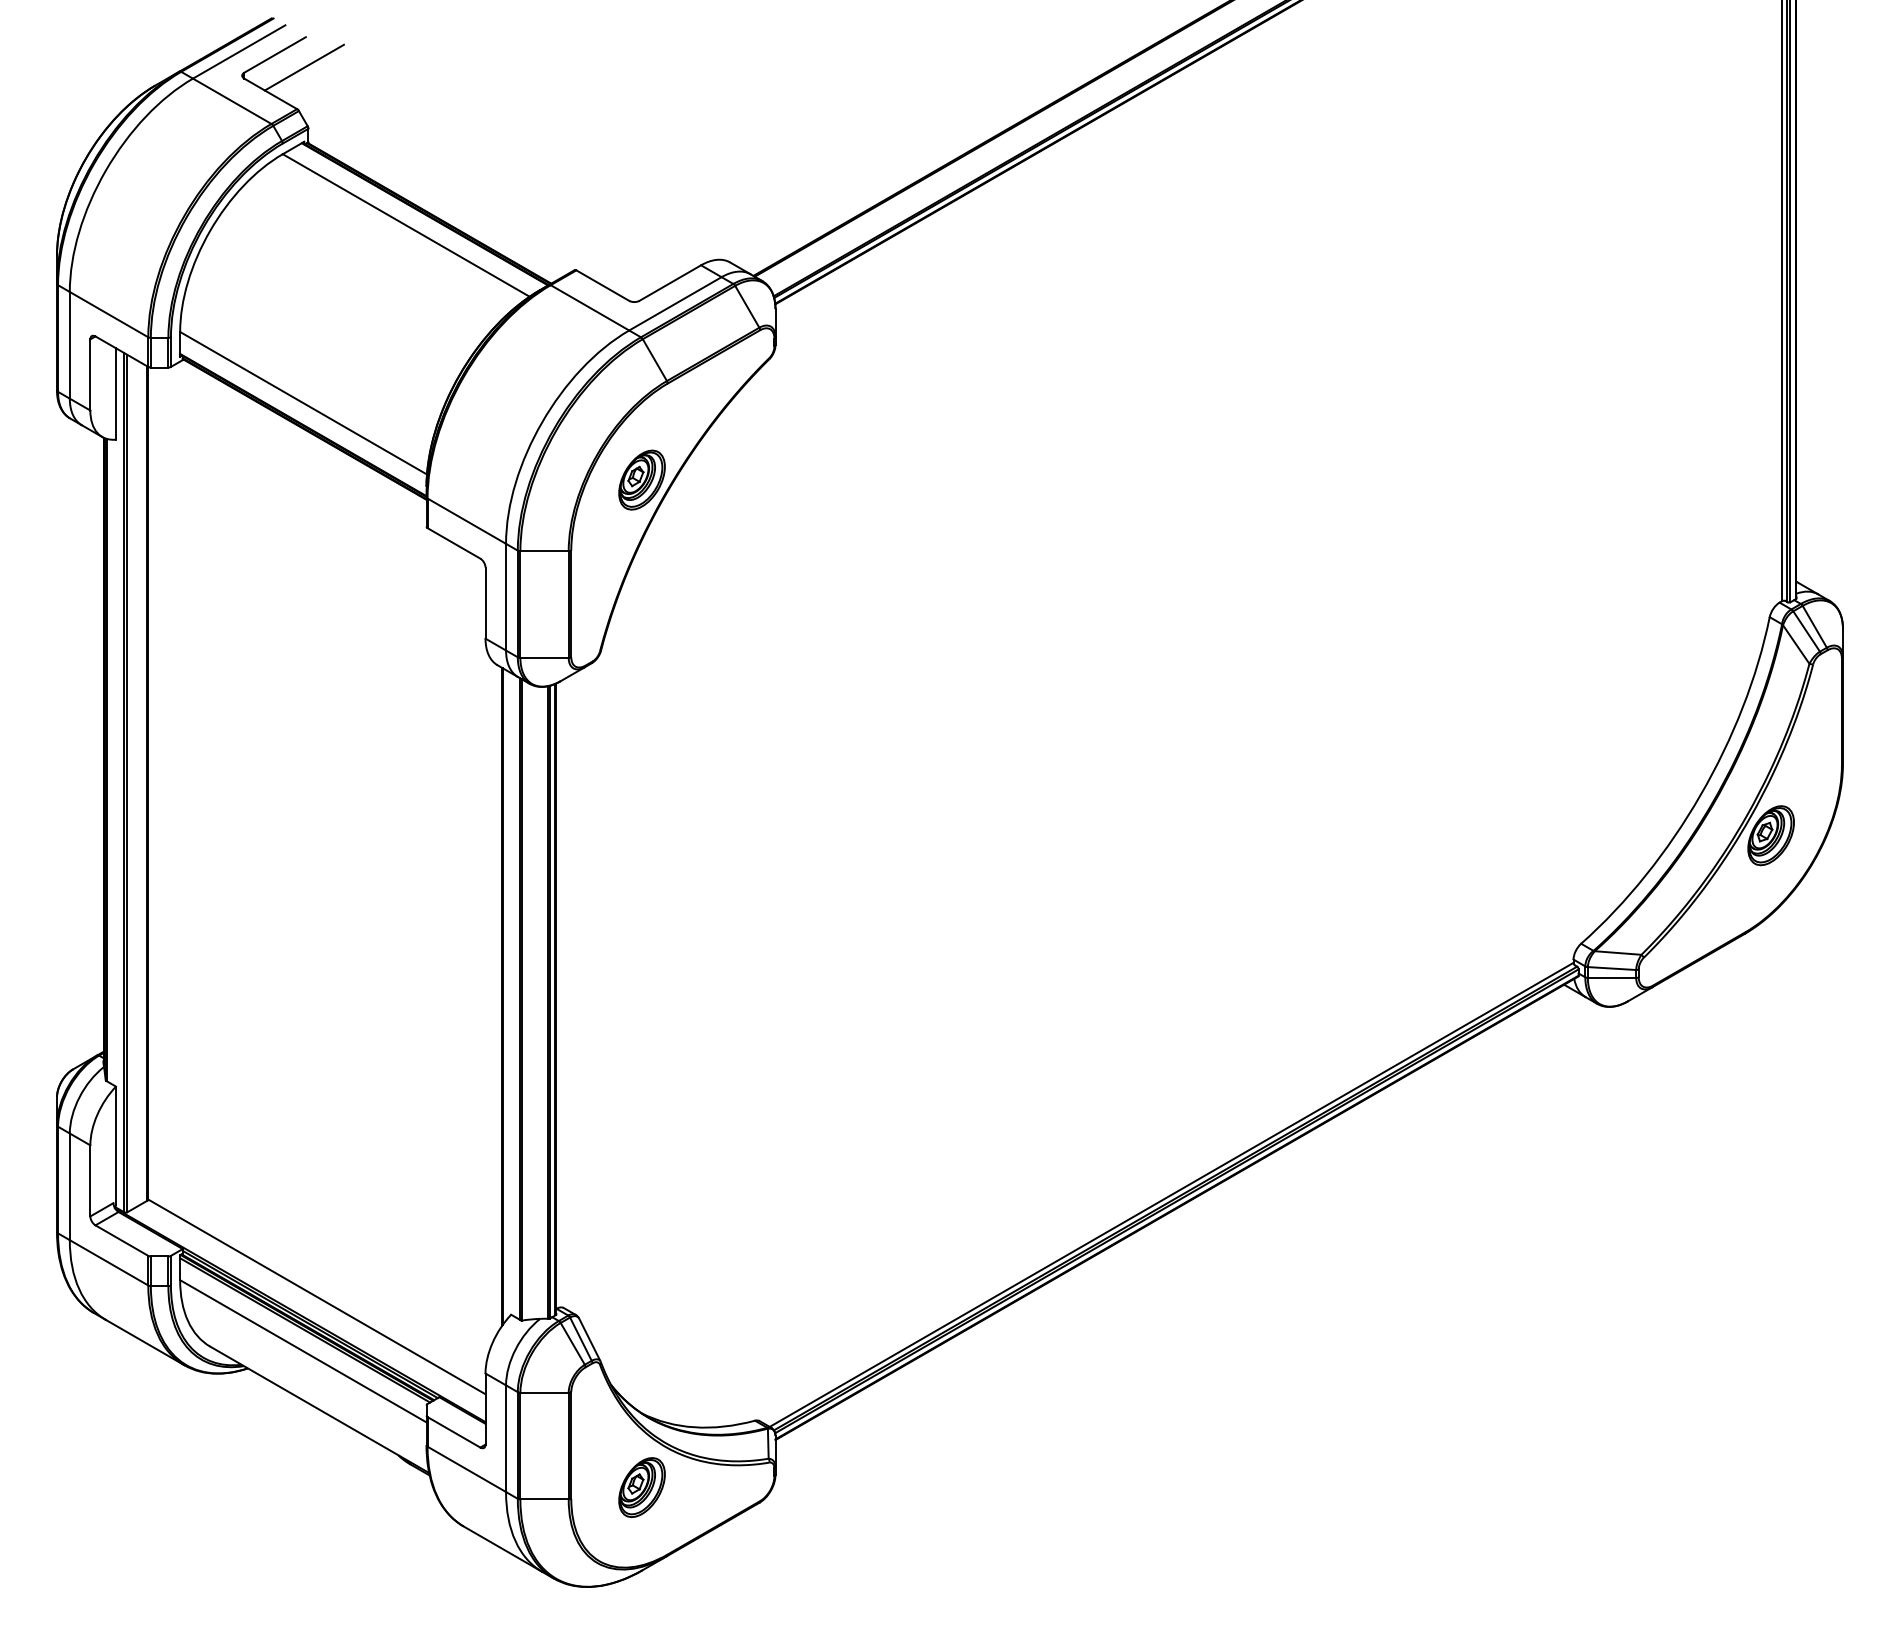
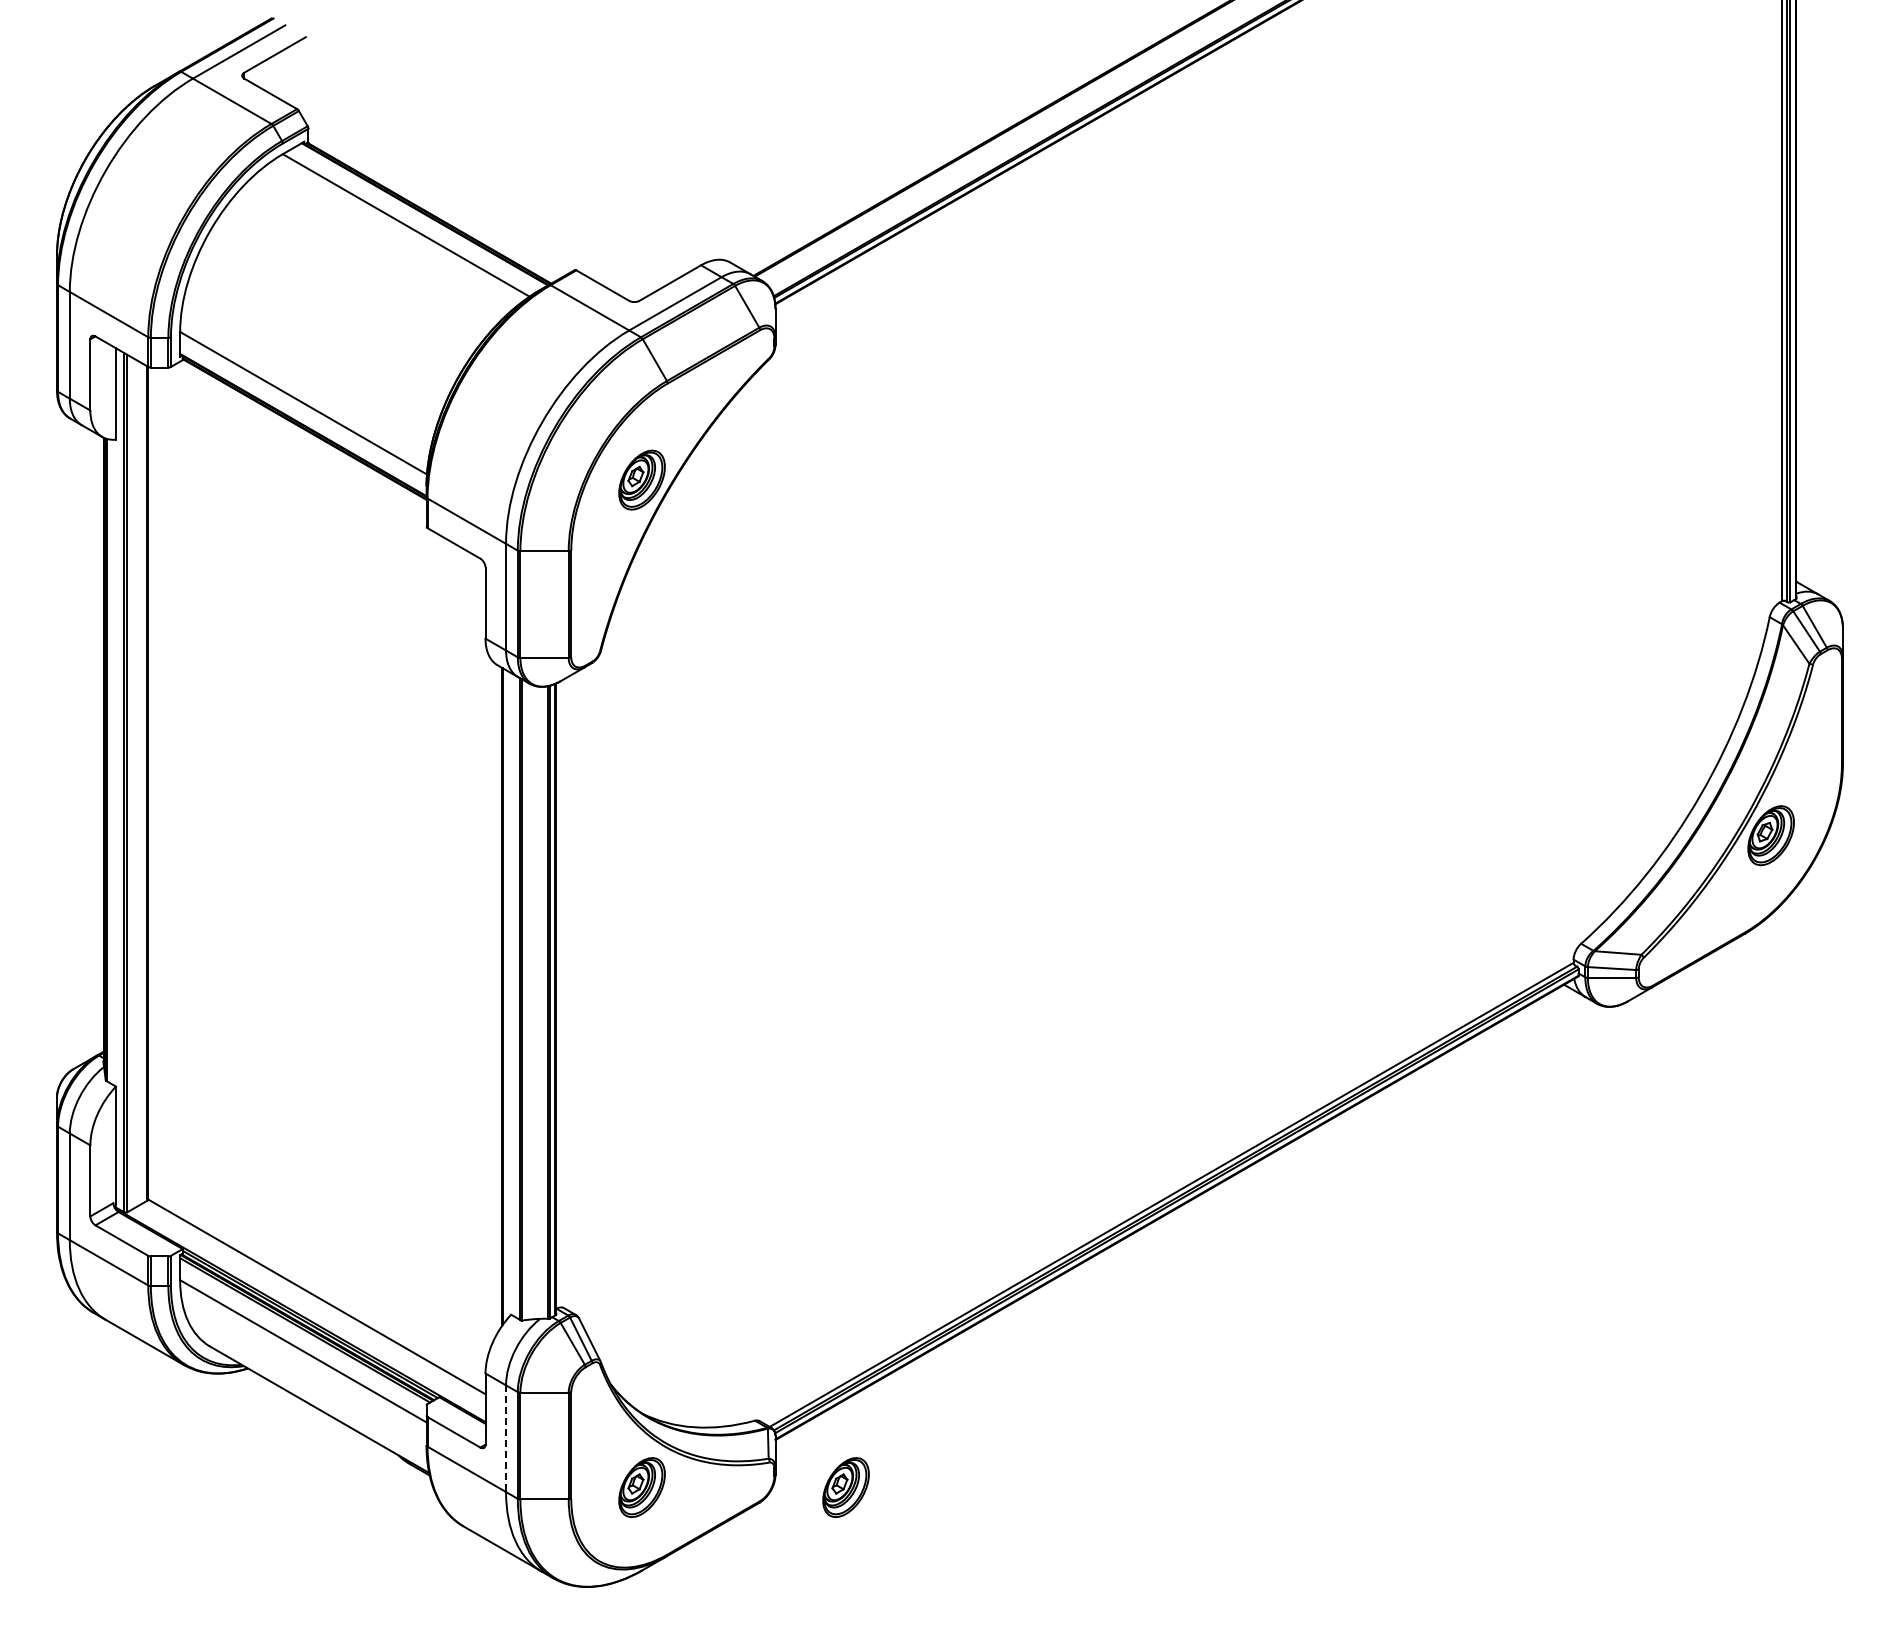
line at (303, 67): present -> none
line at (506, 1439): solid -> dashed
part at (845, 1487): none -> present
